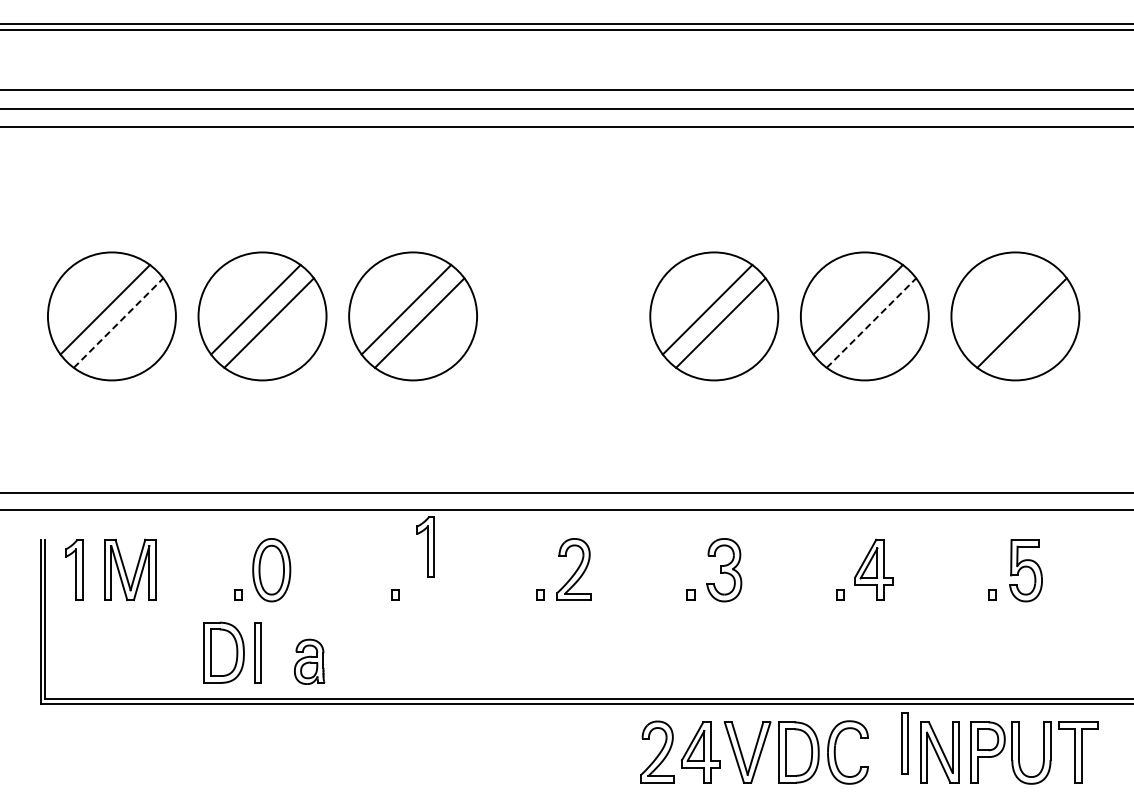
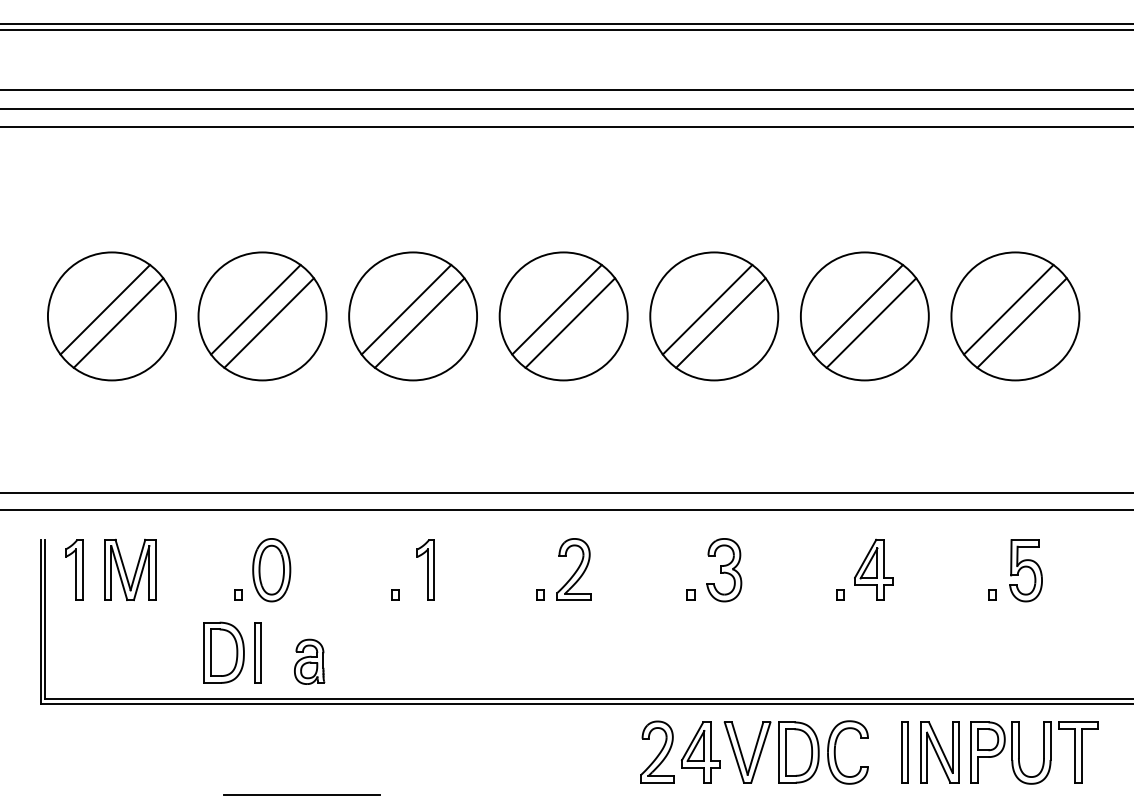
line at (1008, 309): none -> present
part at (563, 316): none -> present
line at (118, 322): dashed -> solid
line at (871, 322): dashed -> solid
part at (425, 546) position: (425, 546) -> (425, 569)
part at (904, 743) position: (904, 743) -> (904, 752)
line at (301, 794): none -> present
